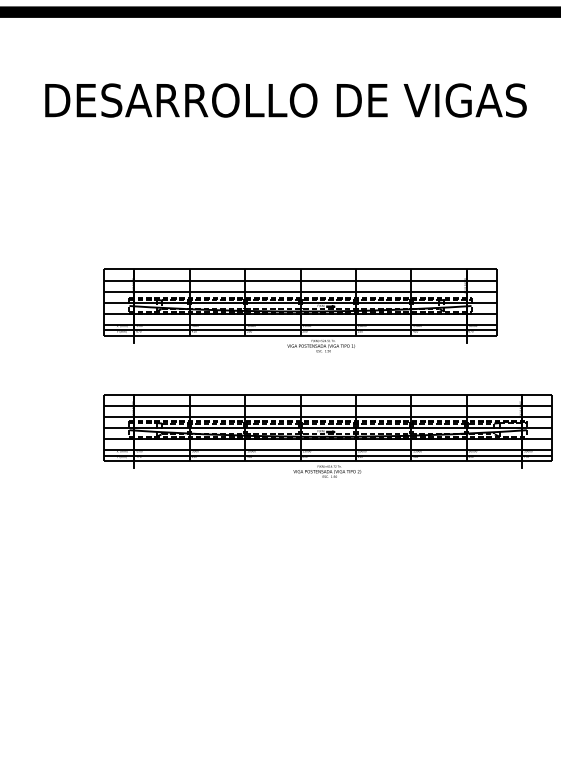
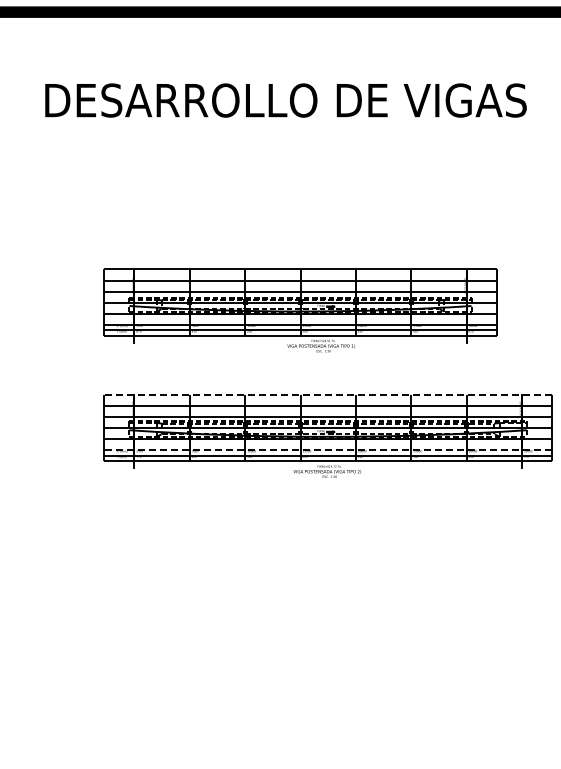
line at (327, 394): solid -> dashed
line at (327, 450): solid -> dashed
